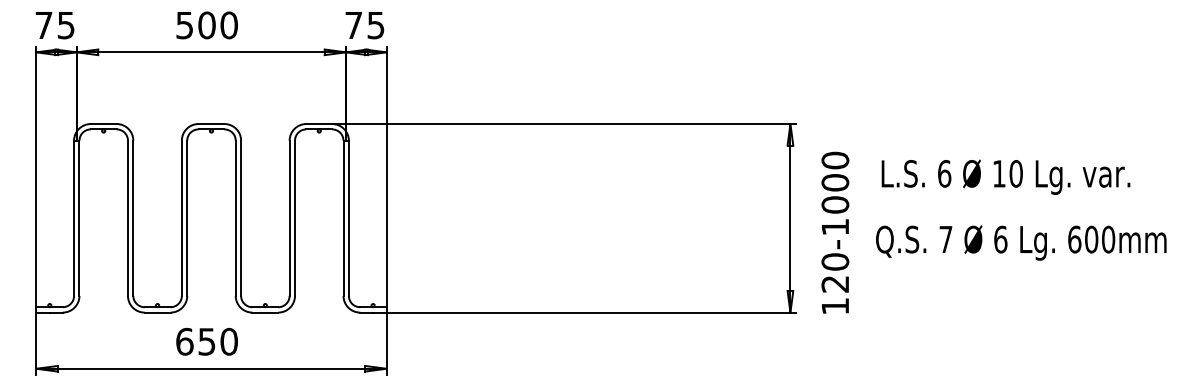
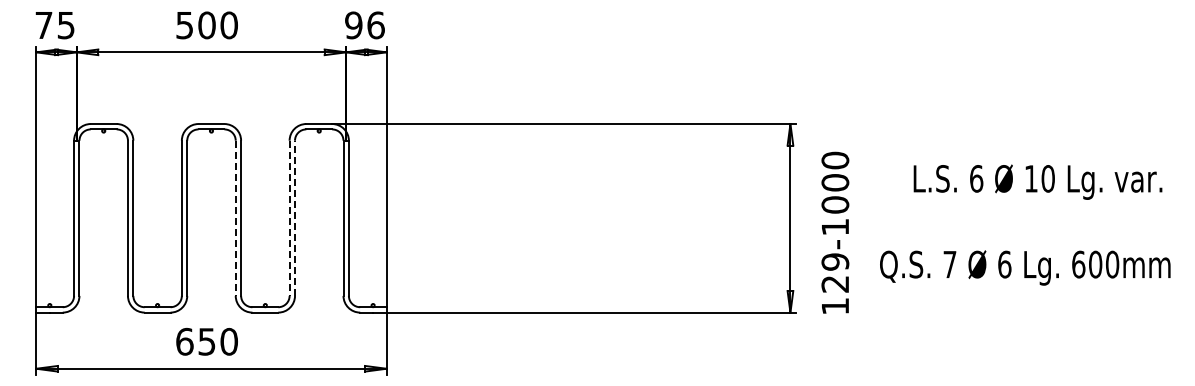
text at (364, 25): 75 -> 96
text at (1005, 176) position: (1005, 176) -> (1037, 181)
line at (235, 218): solid -> dashed
line at (289, 218): solid -> dashed
line at (295, 218): solid -> dashed
text at (1021, 242) position: (1021, 242) -> (1025, 267)
text at (835, 261): 120-1000 -> 129-1000
